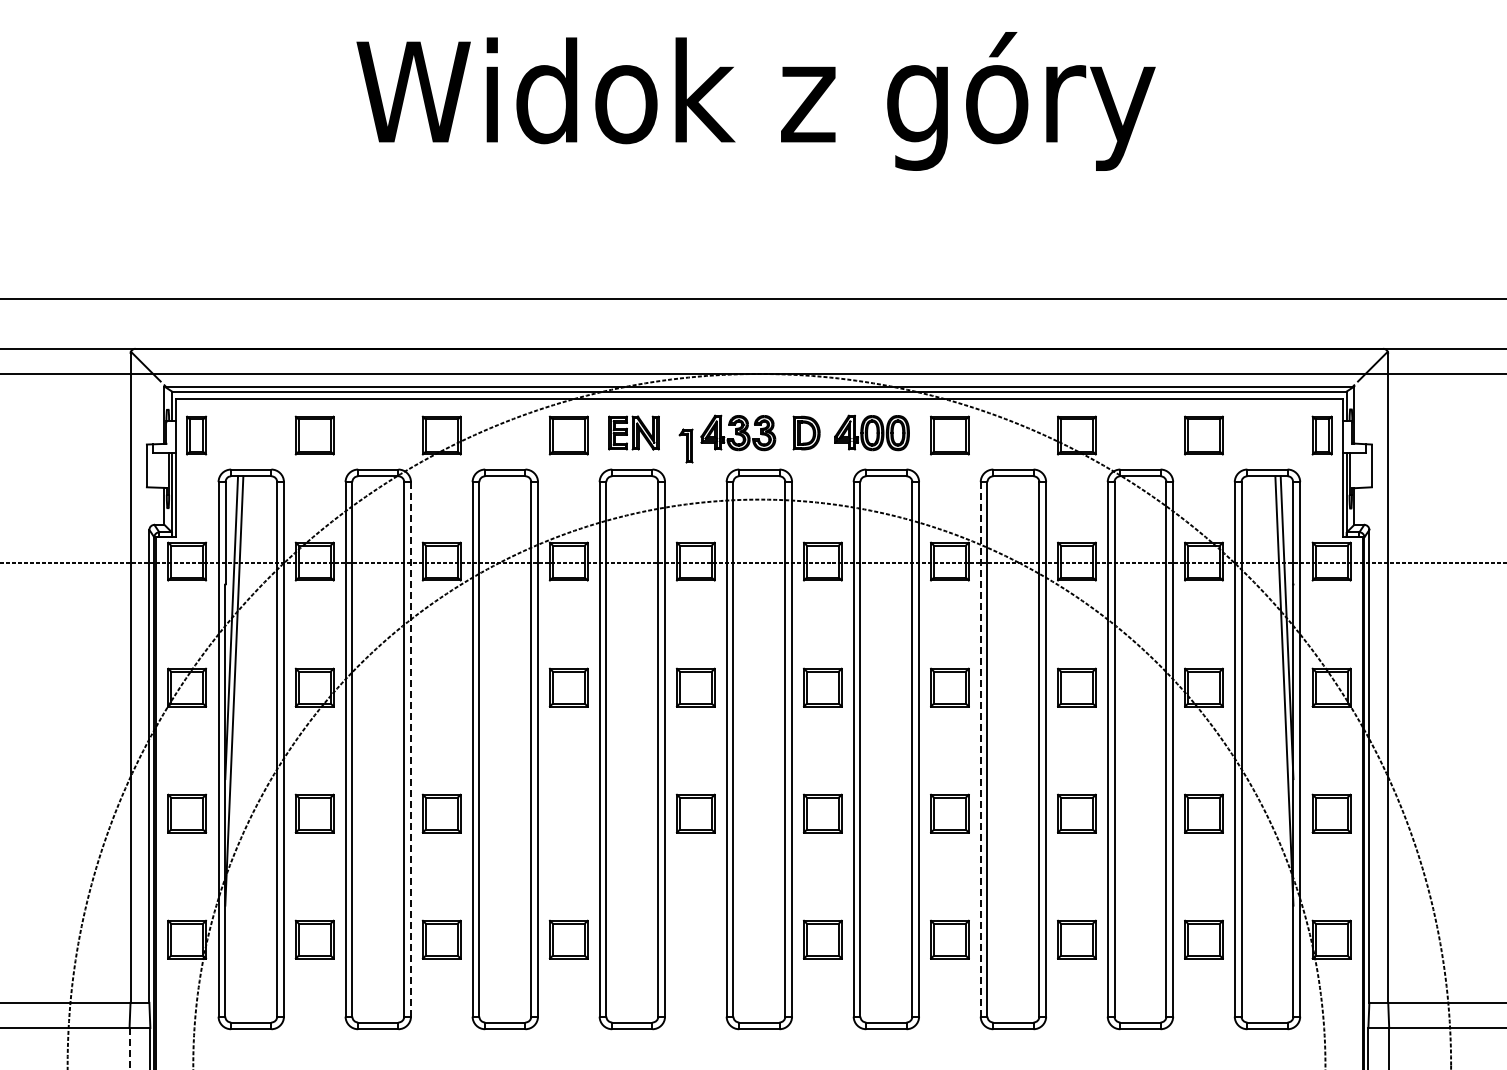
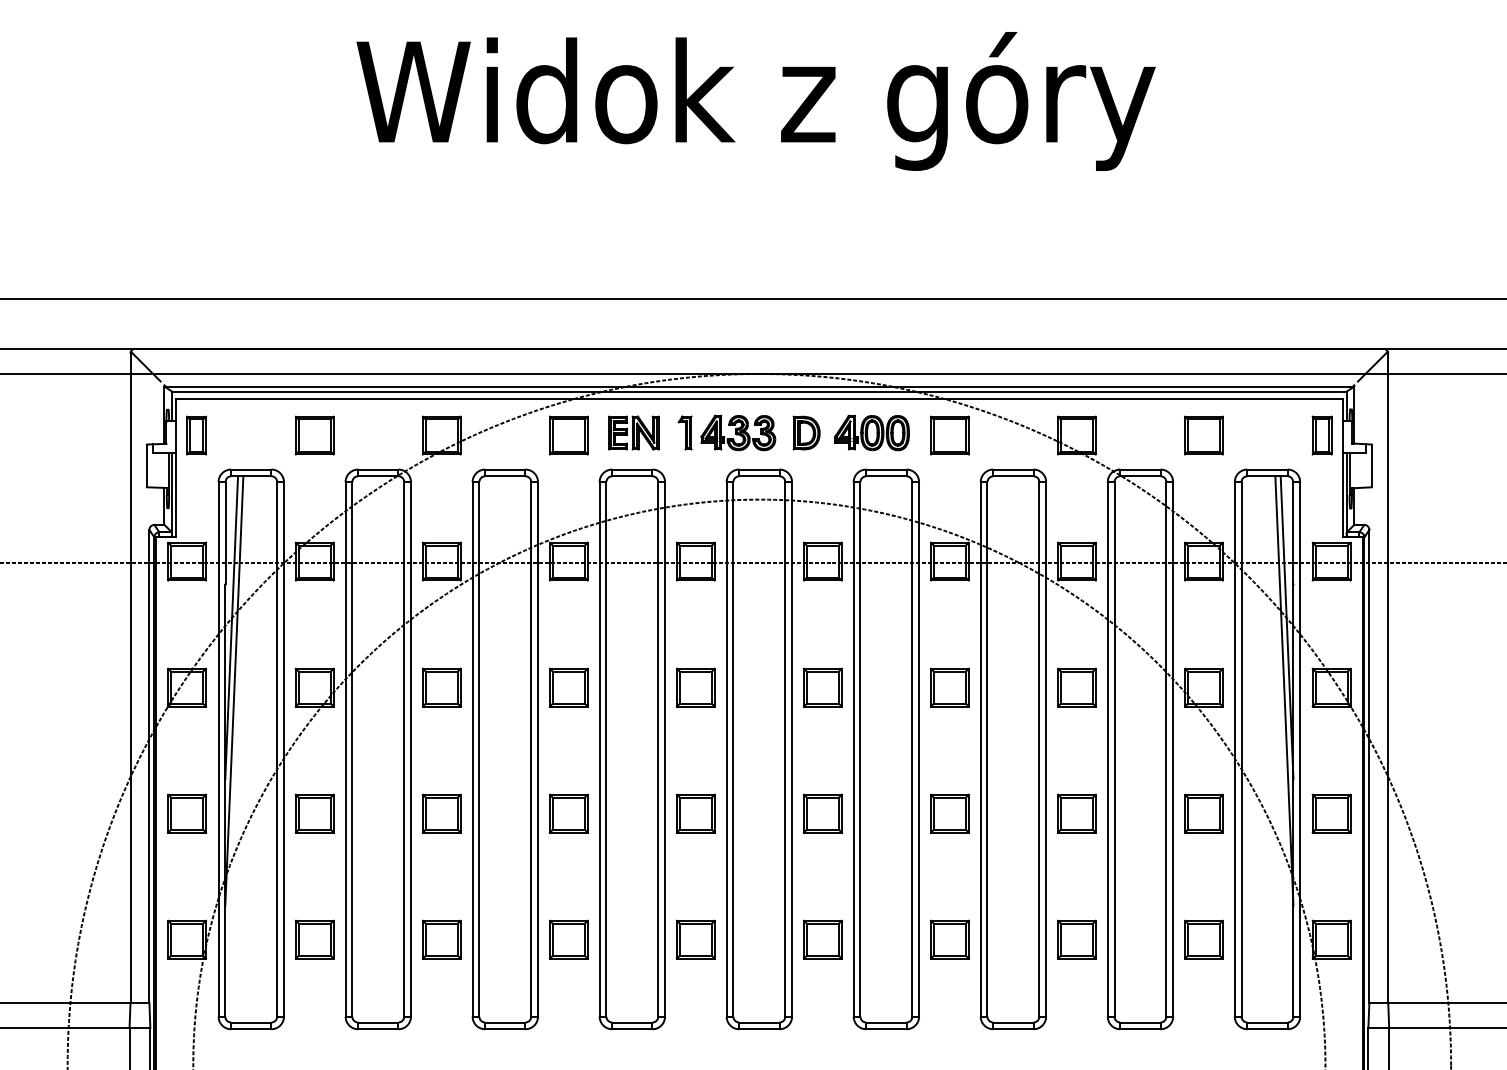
part at (685, 445) position: (685, 445) -> (684, 432)
part at (441, 687): none -> present
line at (411, 748): dashed -> solid
line at (980, 749): dashed -> solid
part at (568, 813): none -> present
part at (695, 939): none -> present
line at (129, 1048): dashed -> solid
